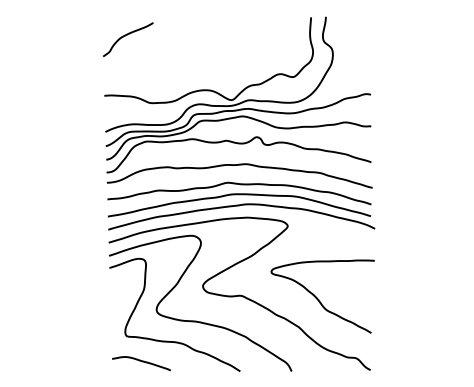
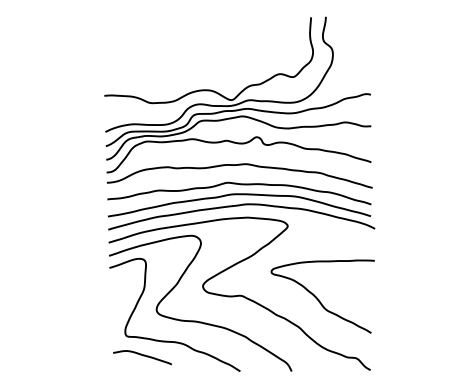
curve at (127, 35): present -> none
curve at (142, 362) position: (142, 362) -> (143, 356)
